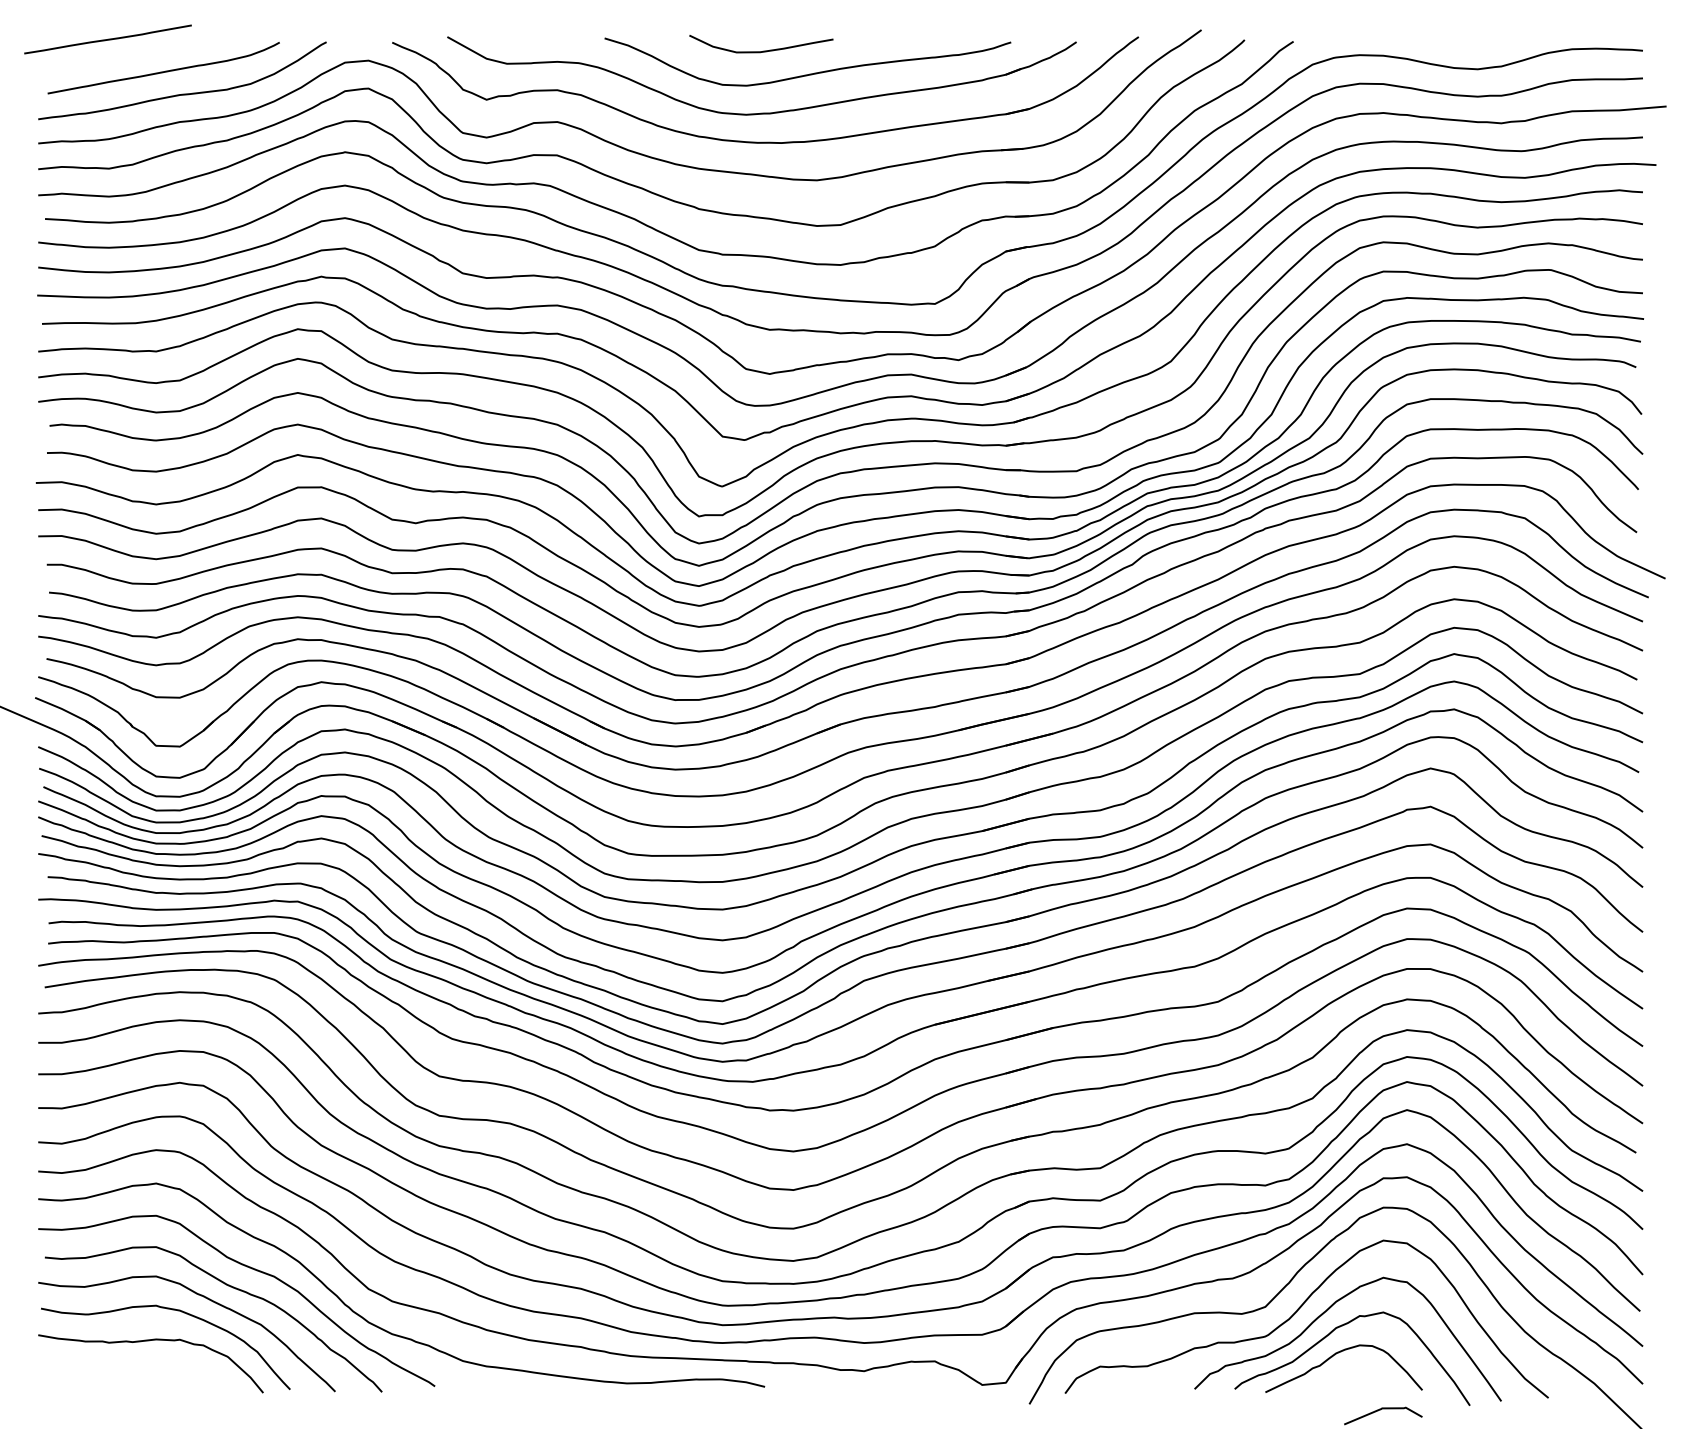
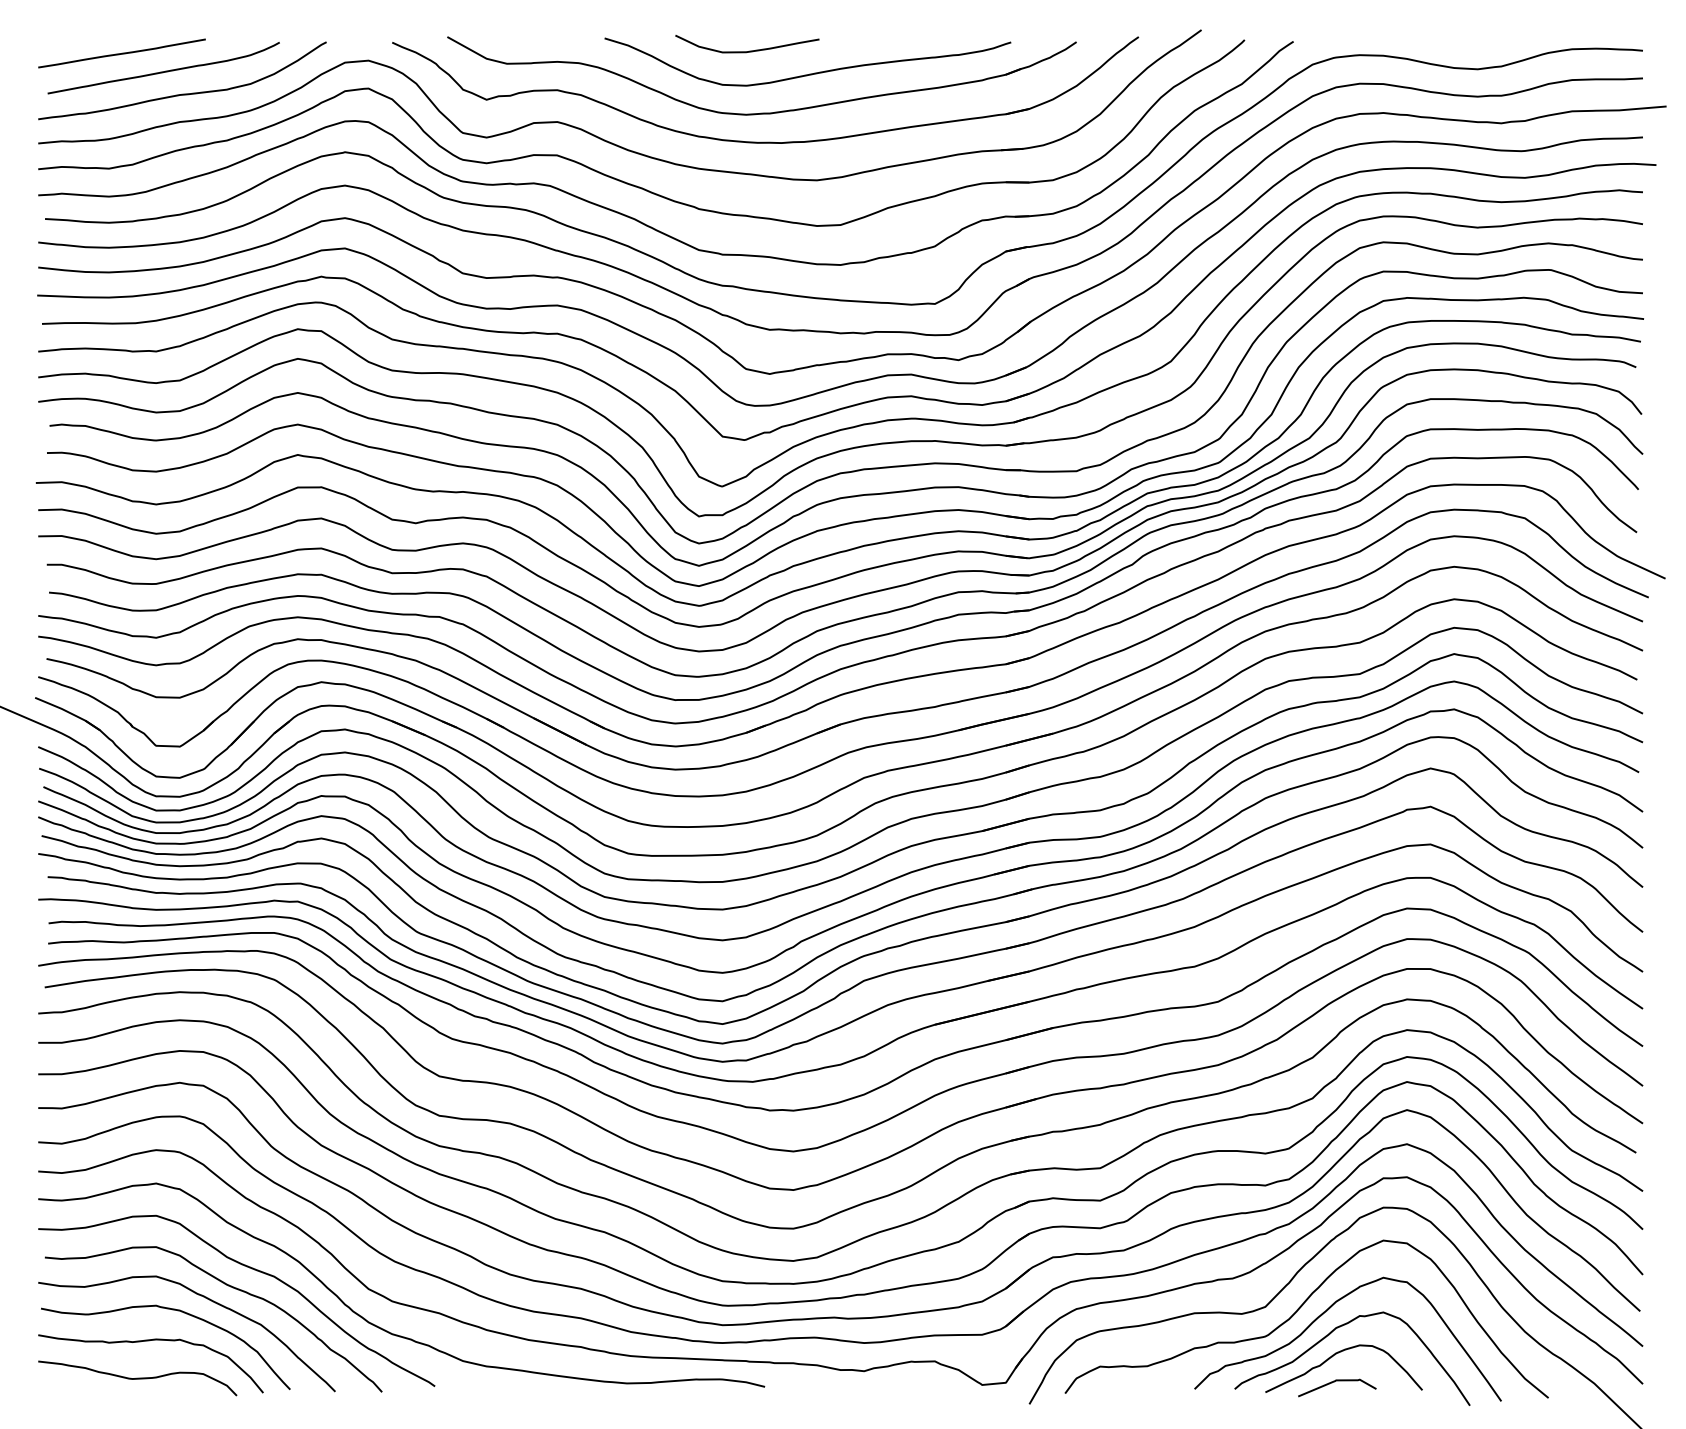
line at (107, 39) position: (107, 39) -> (121, 53)
curve at (763, 50) position: (763, 50) -> (749, 50)
curve at (137, 1378): none -> present
curve at (1380, 1410) position: (1380, 1410) -> (1334, 1382)
